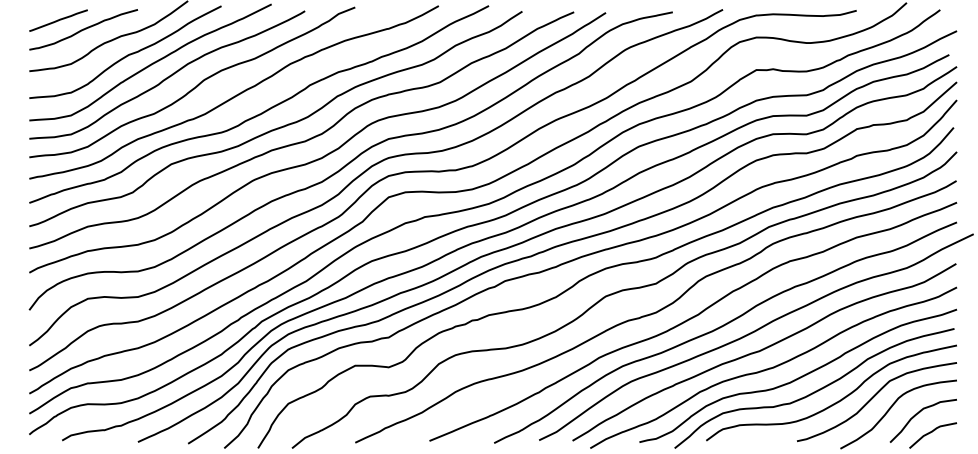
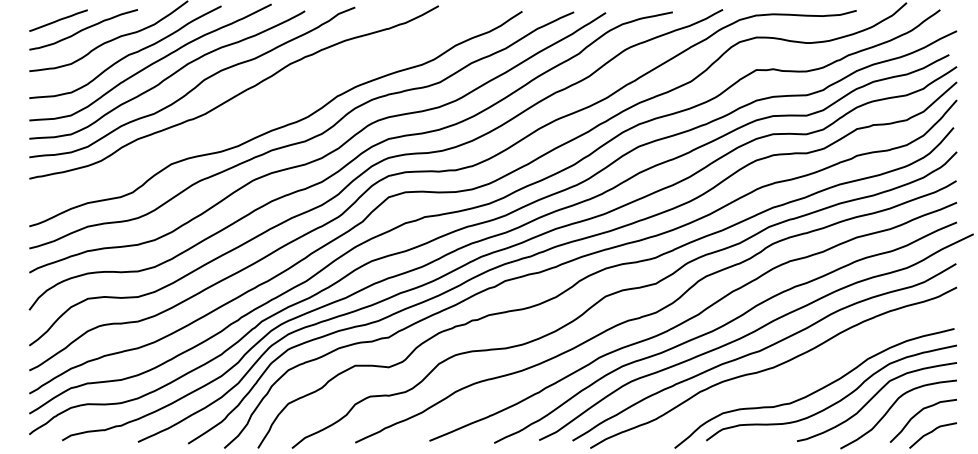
curve at (264, 110): present -> none
curve at (798, 377): present -> none
